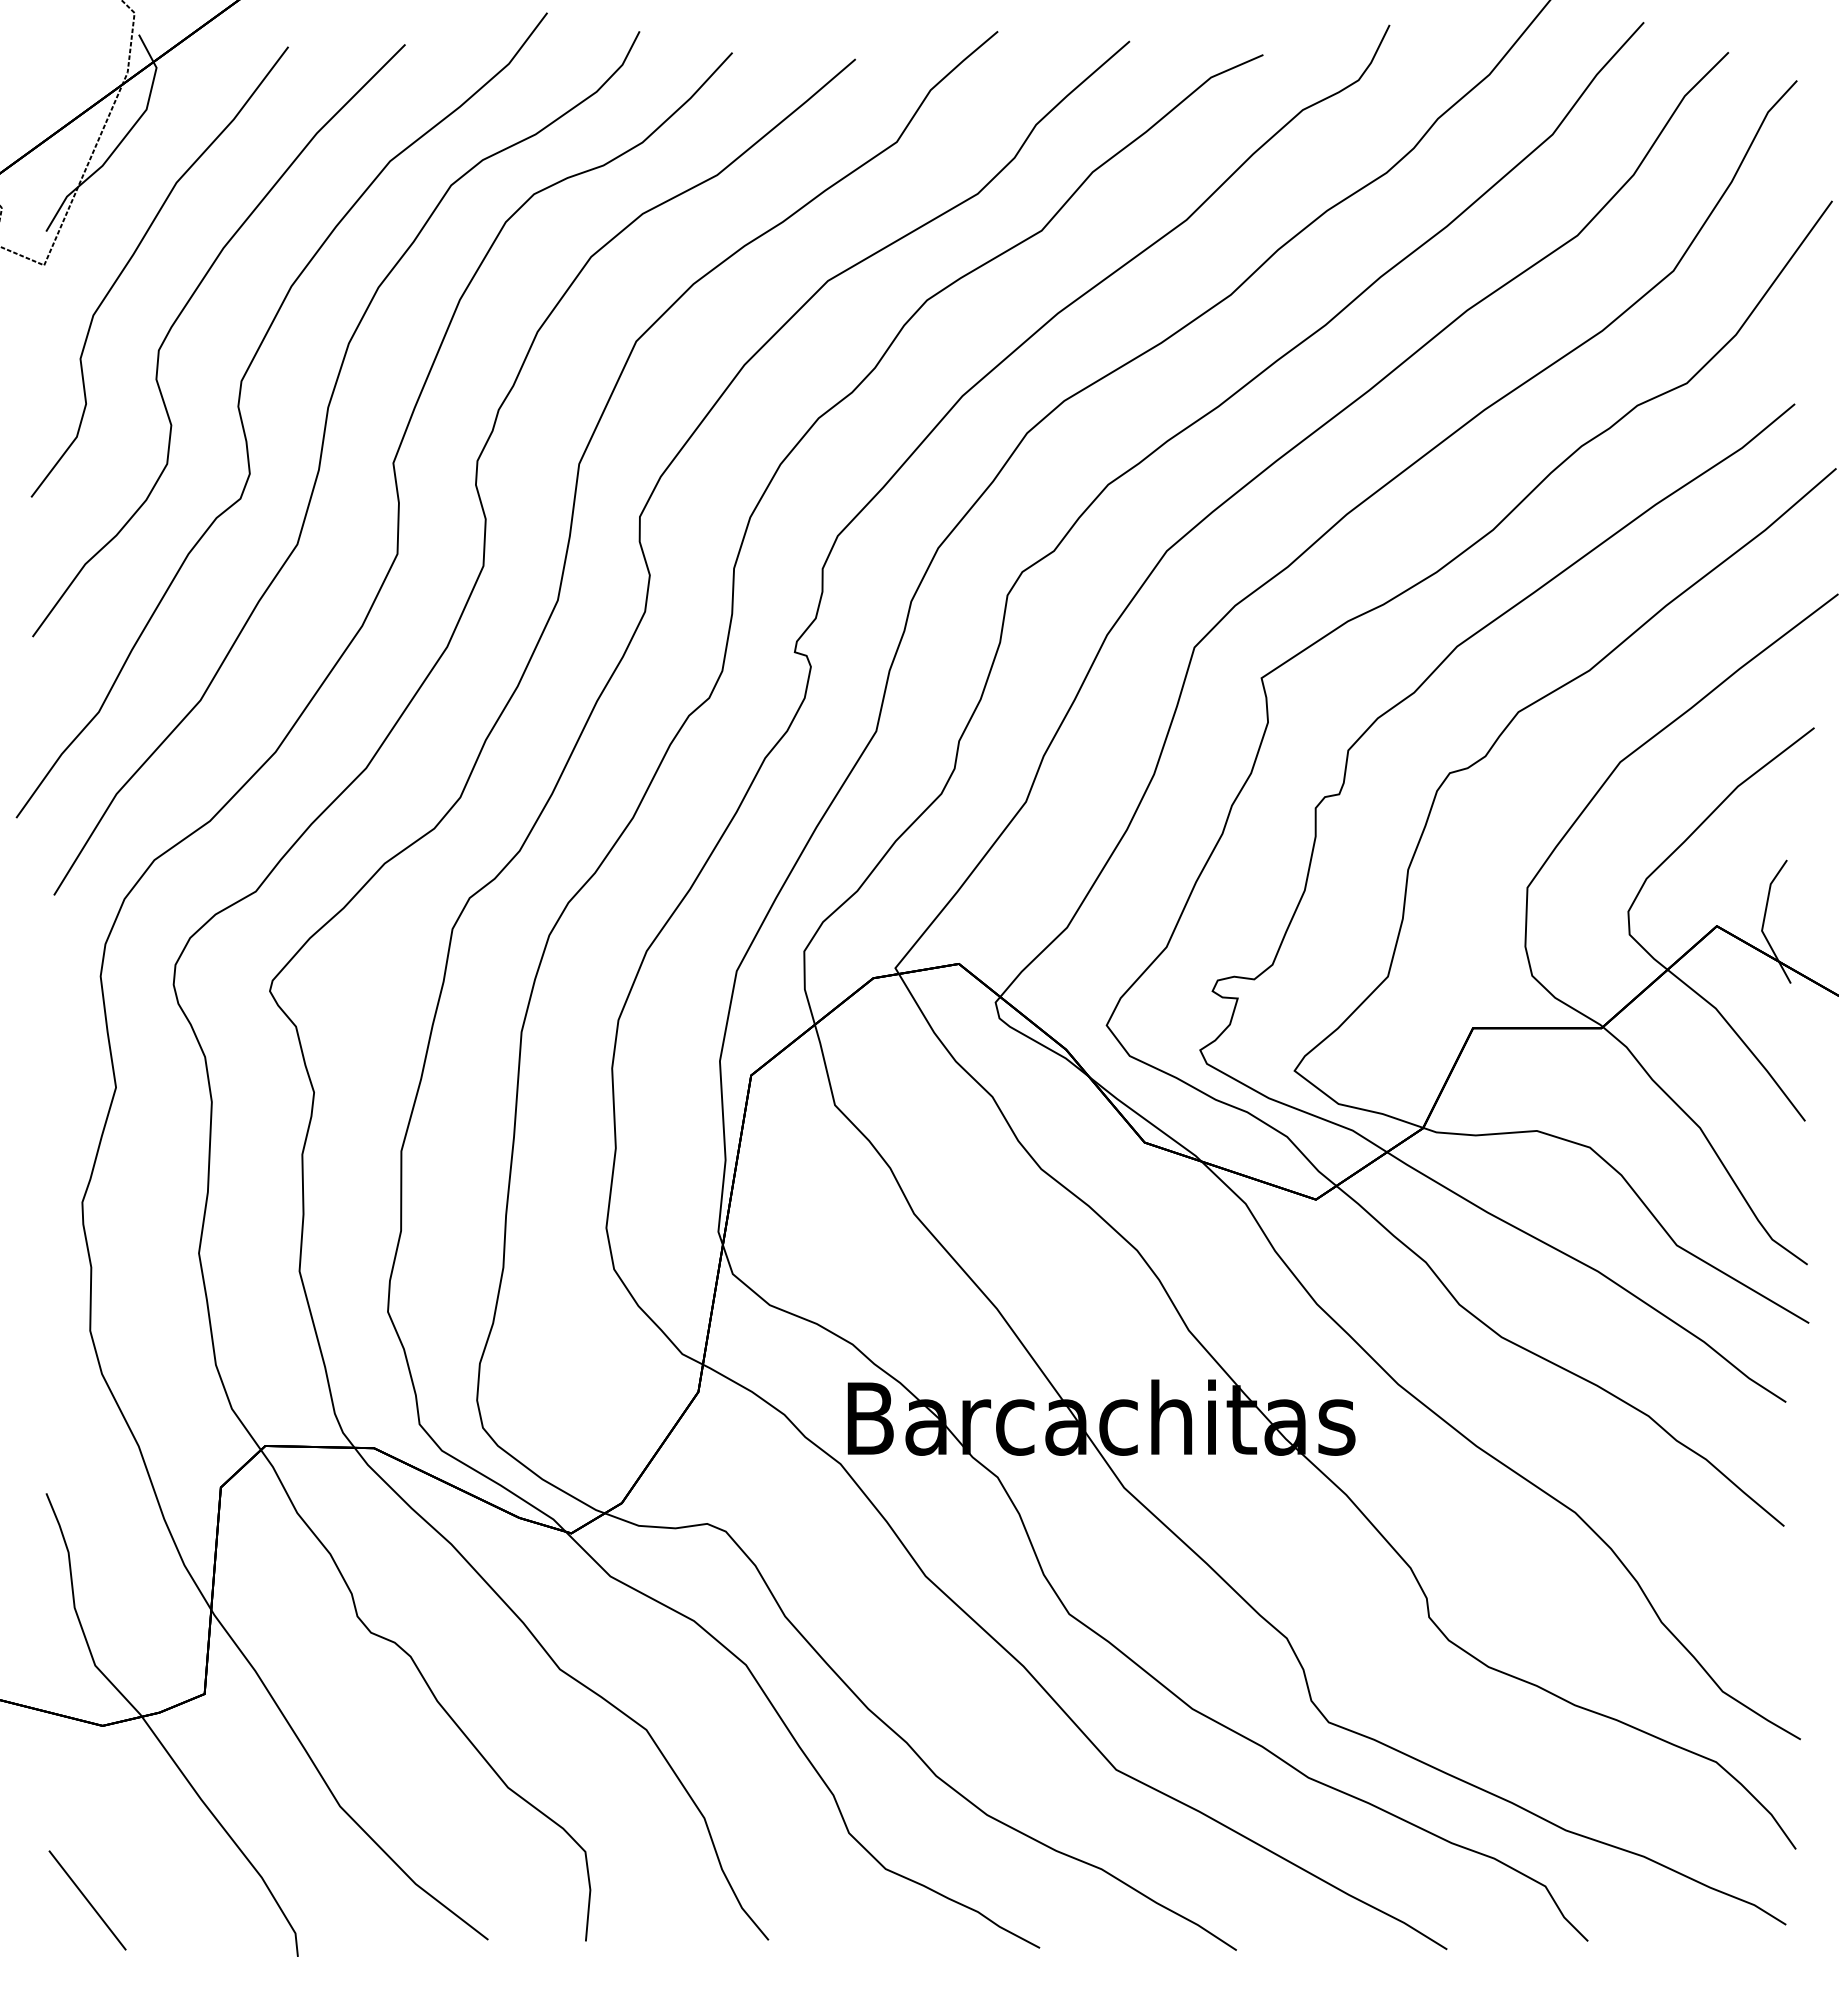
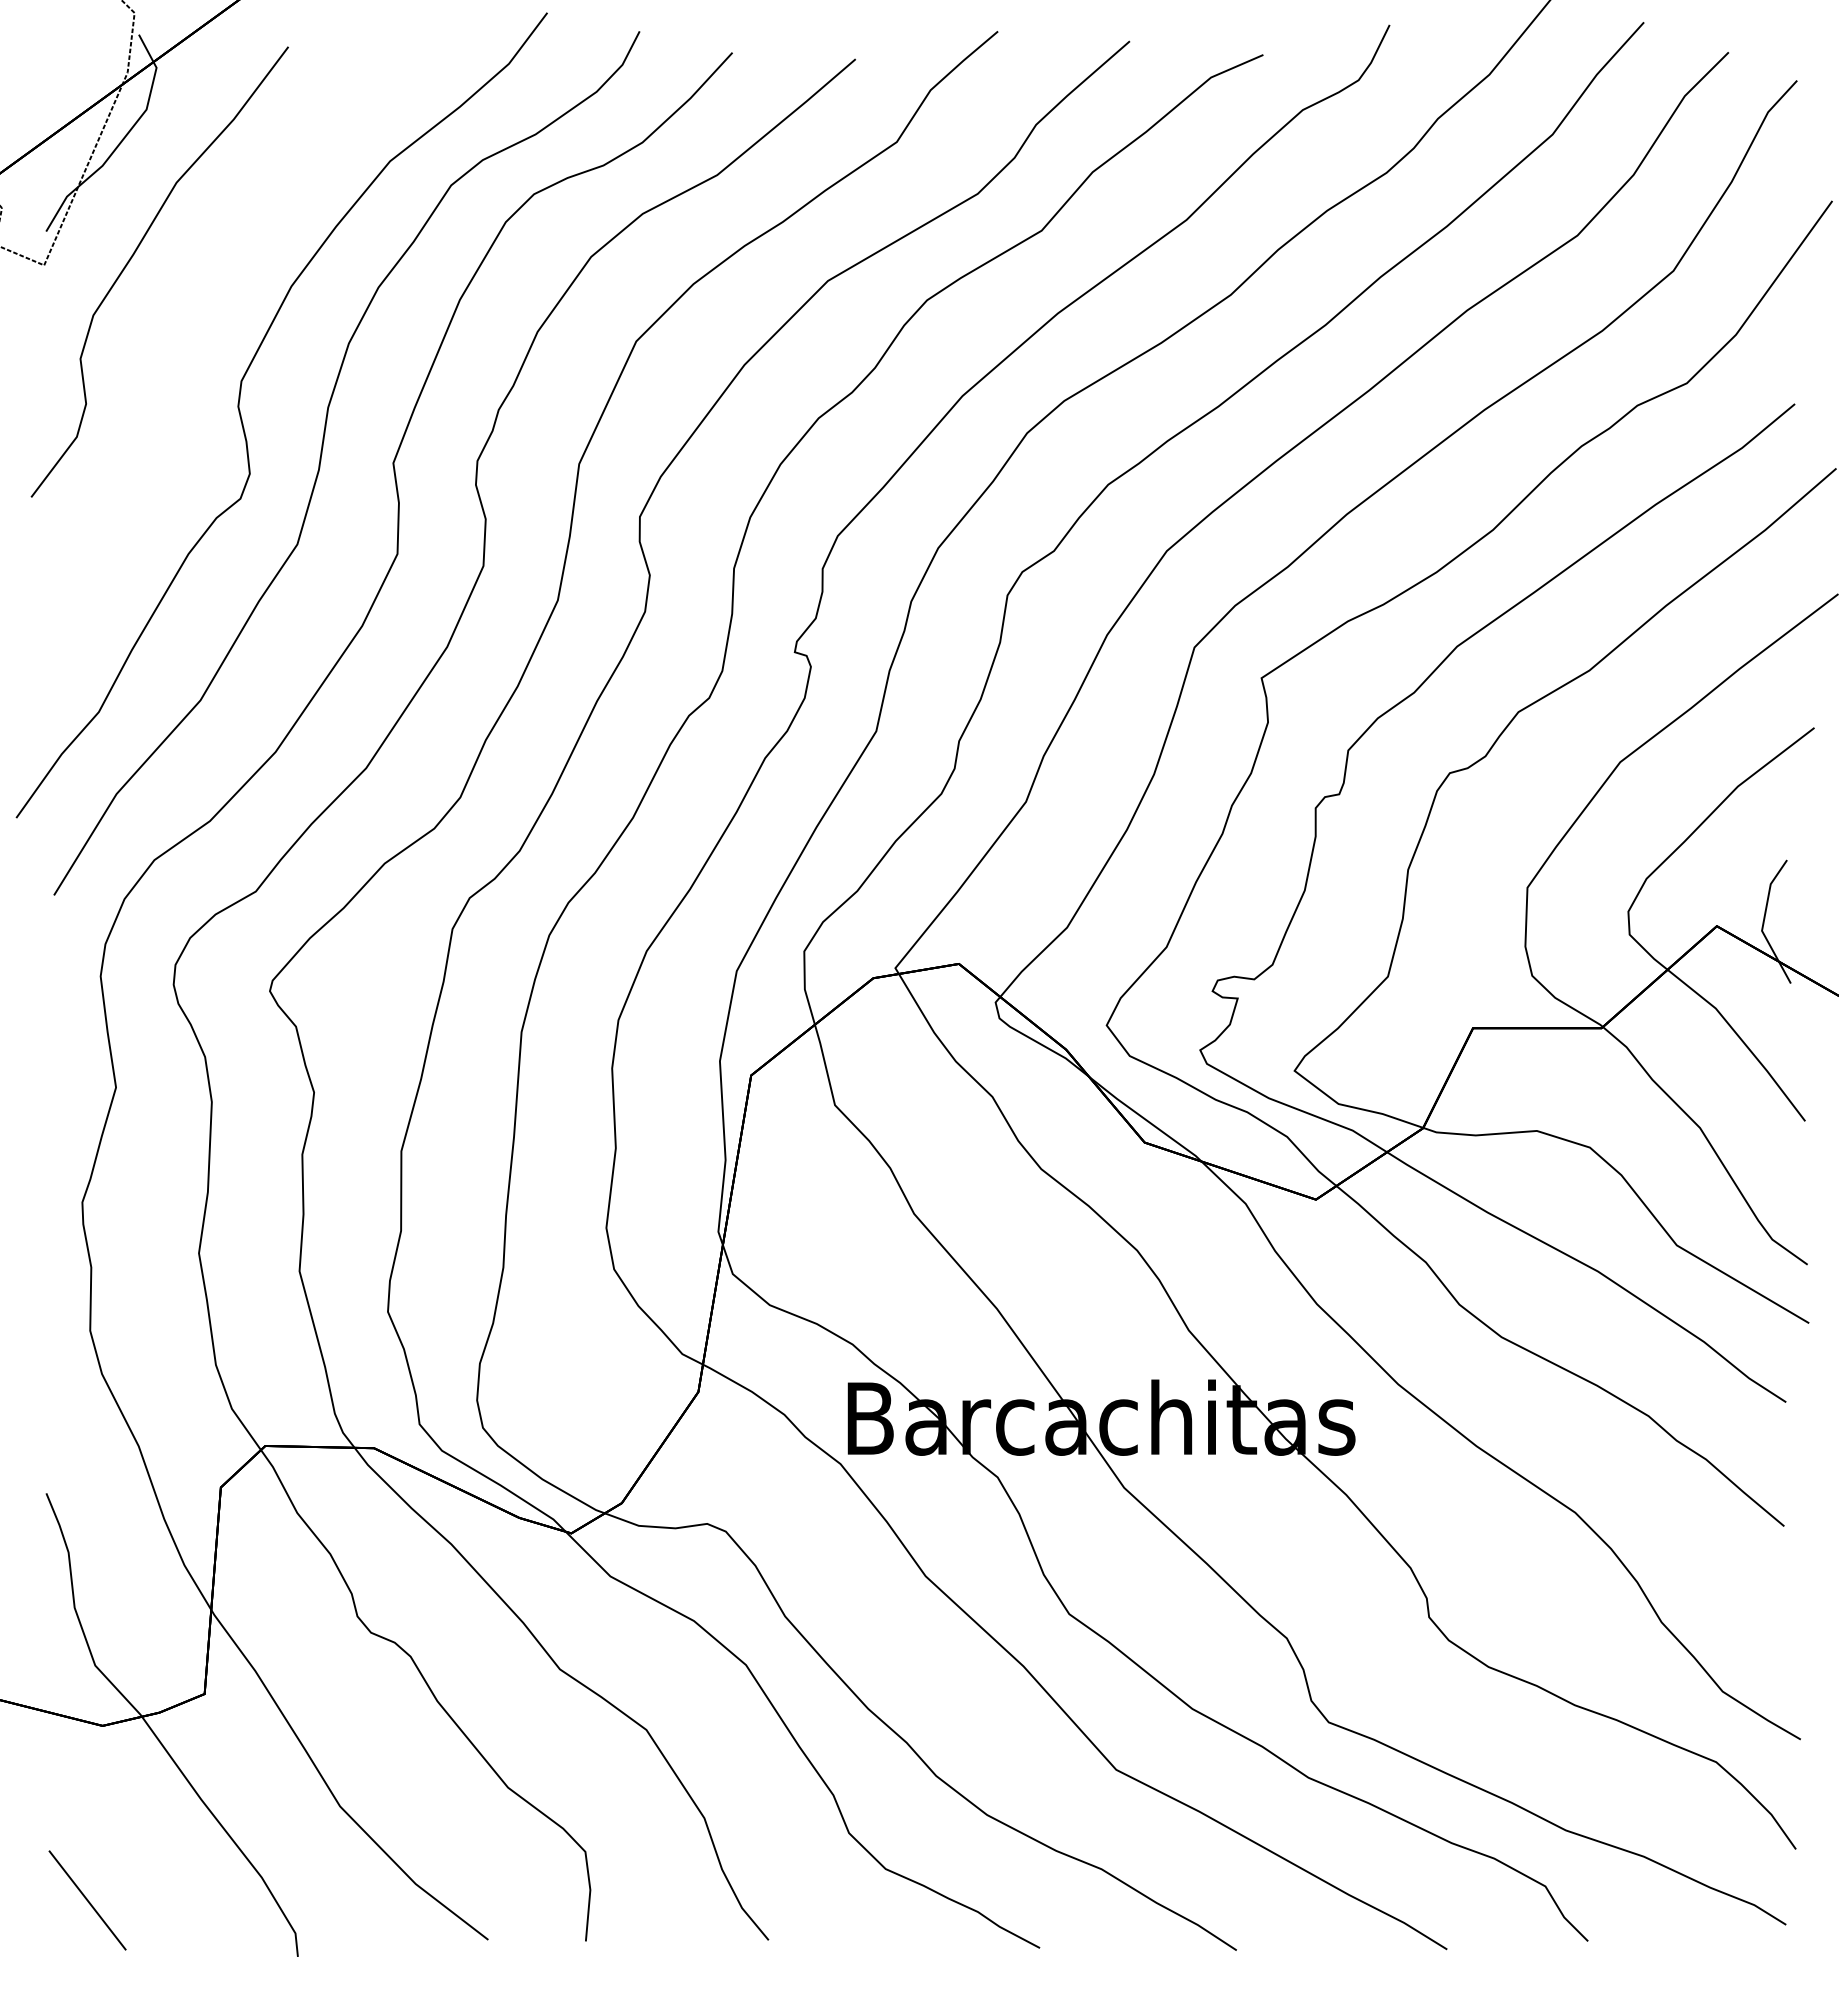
part at (180, 315): present -> none
